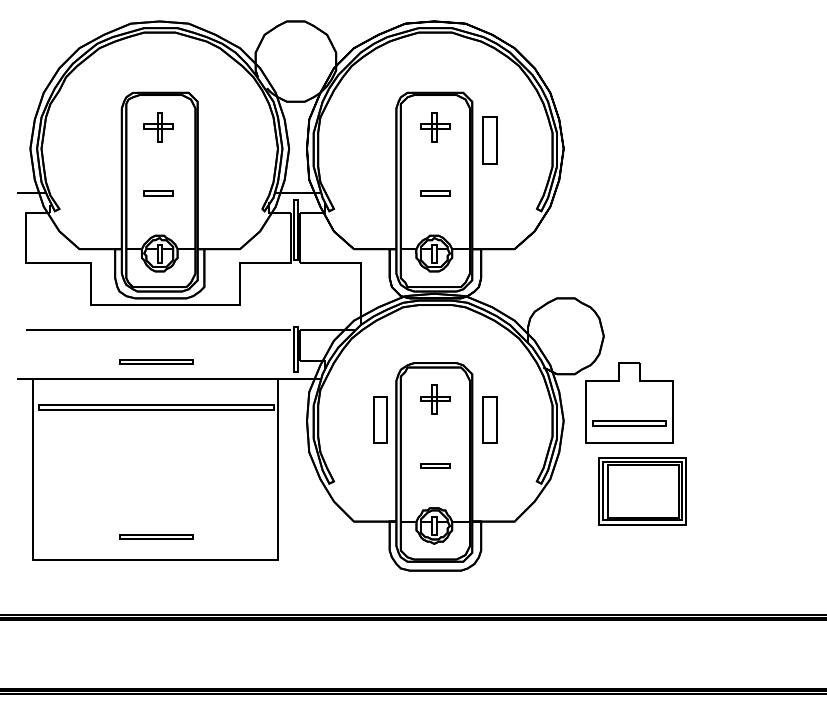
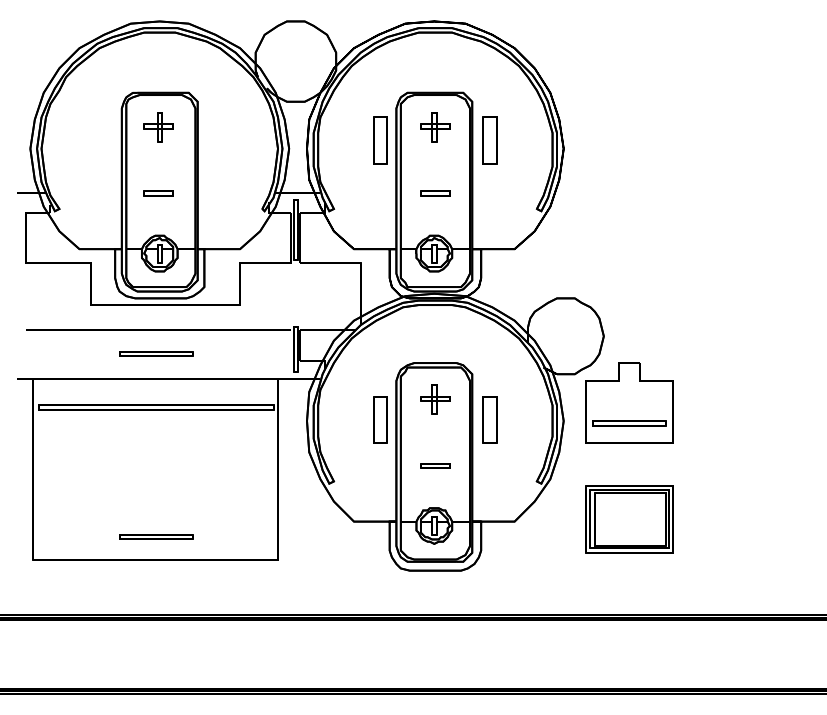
part at (380, 140): none -> present
part at (156, 361) position: (156, 361) -> (156, 353)
part at (642, 491) position: (642, 491) -> (629, 519)
